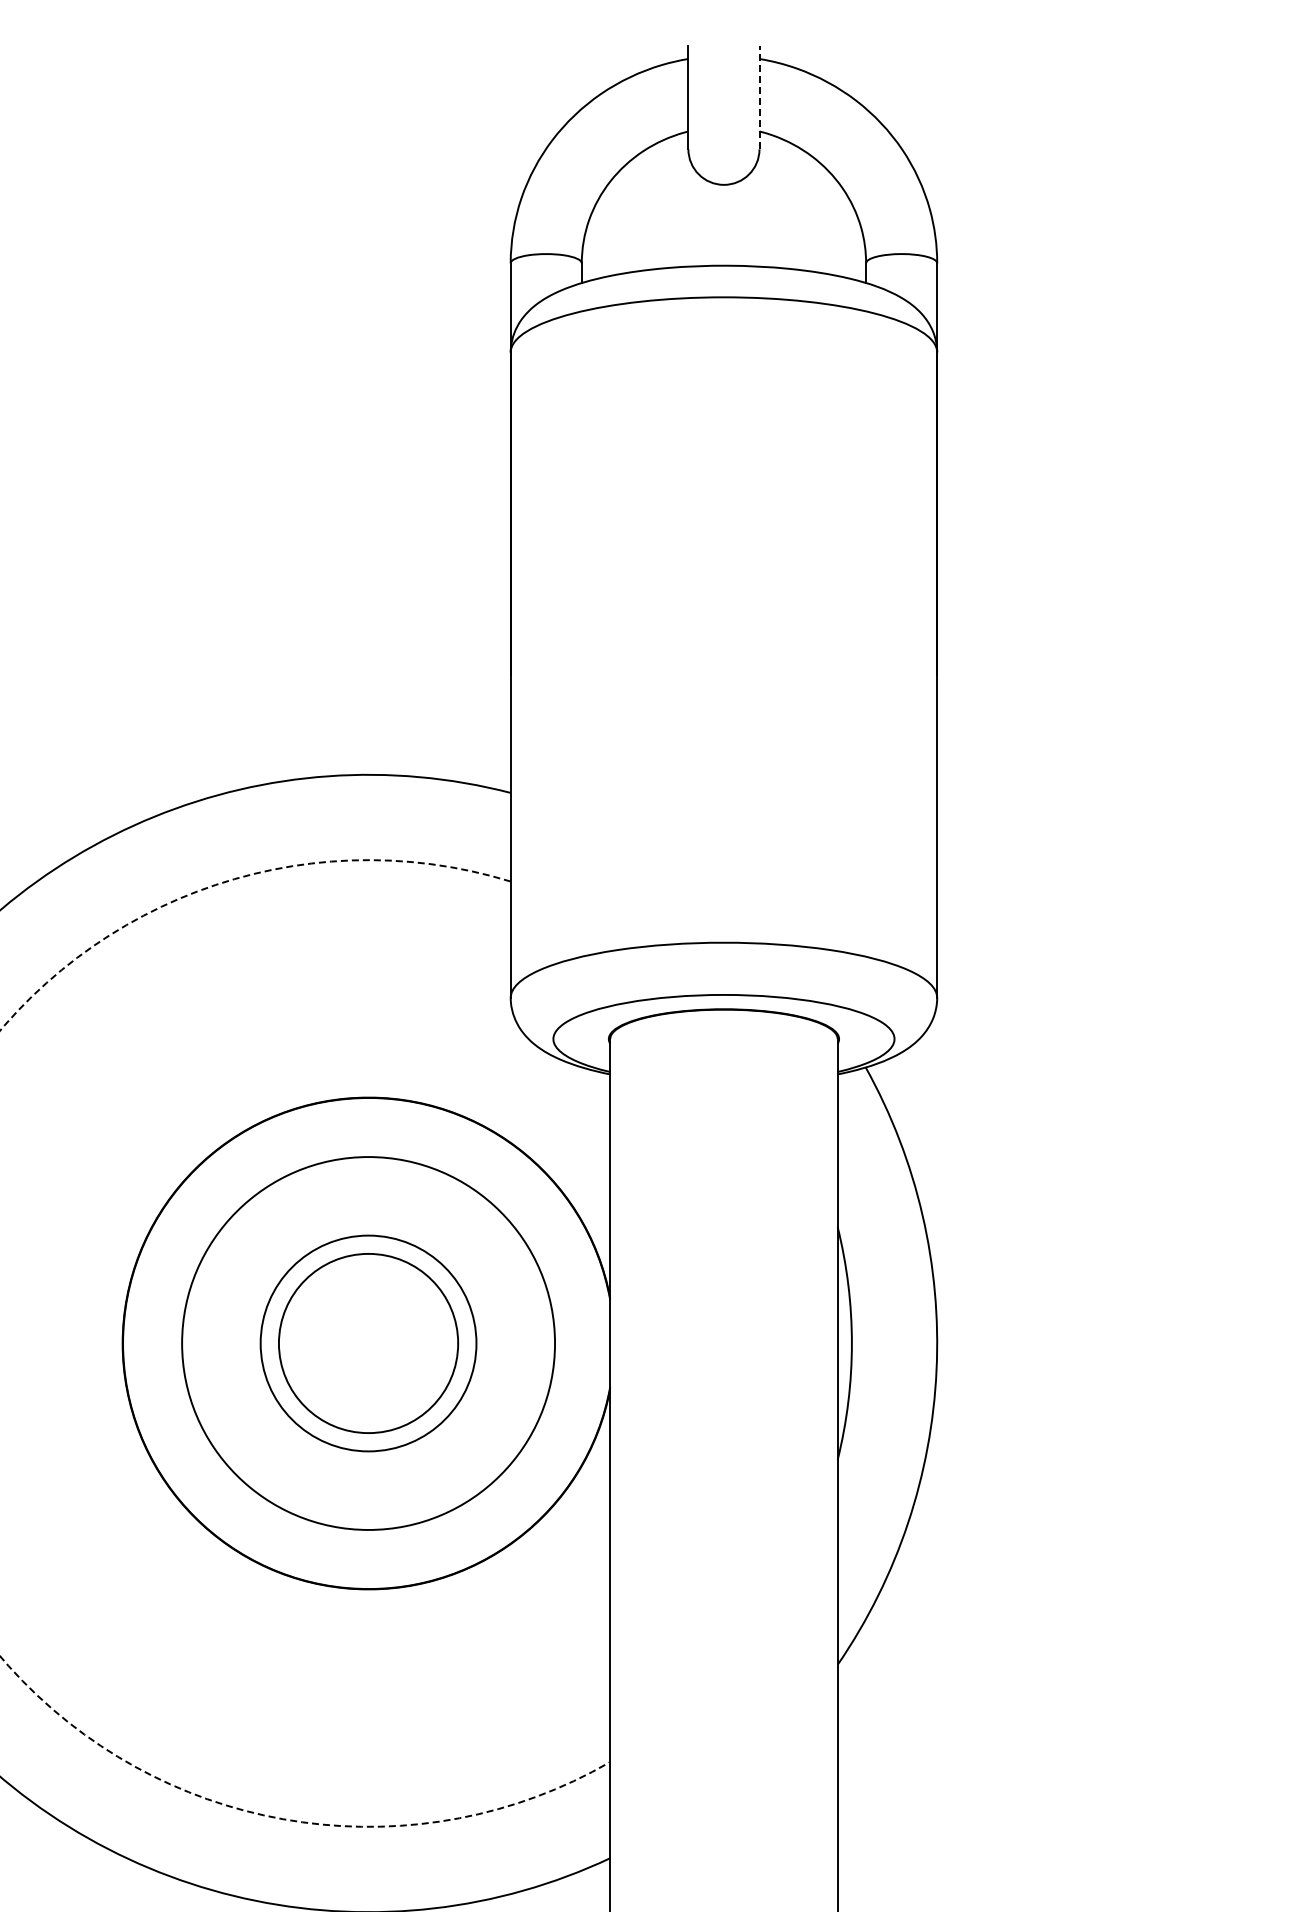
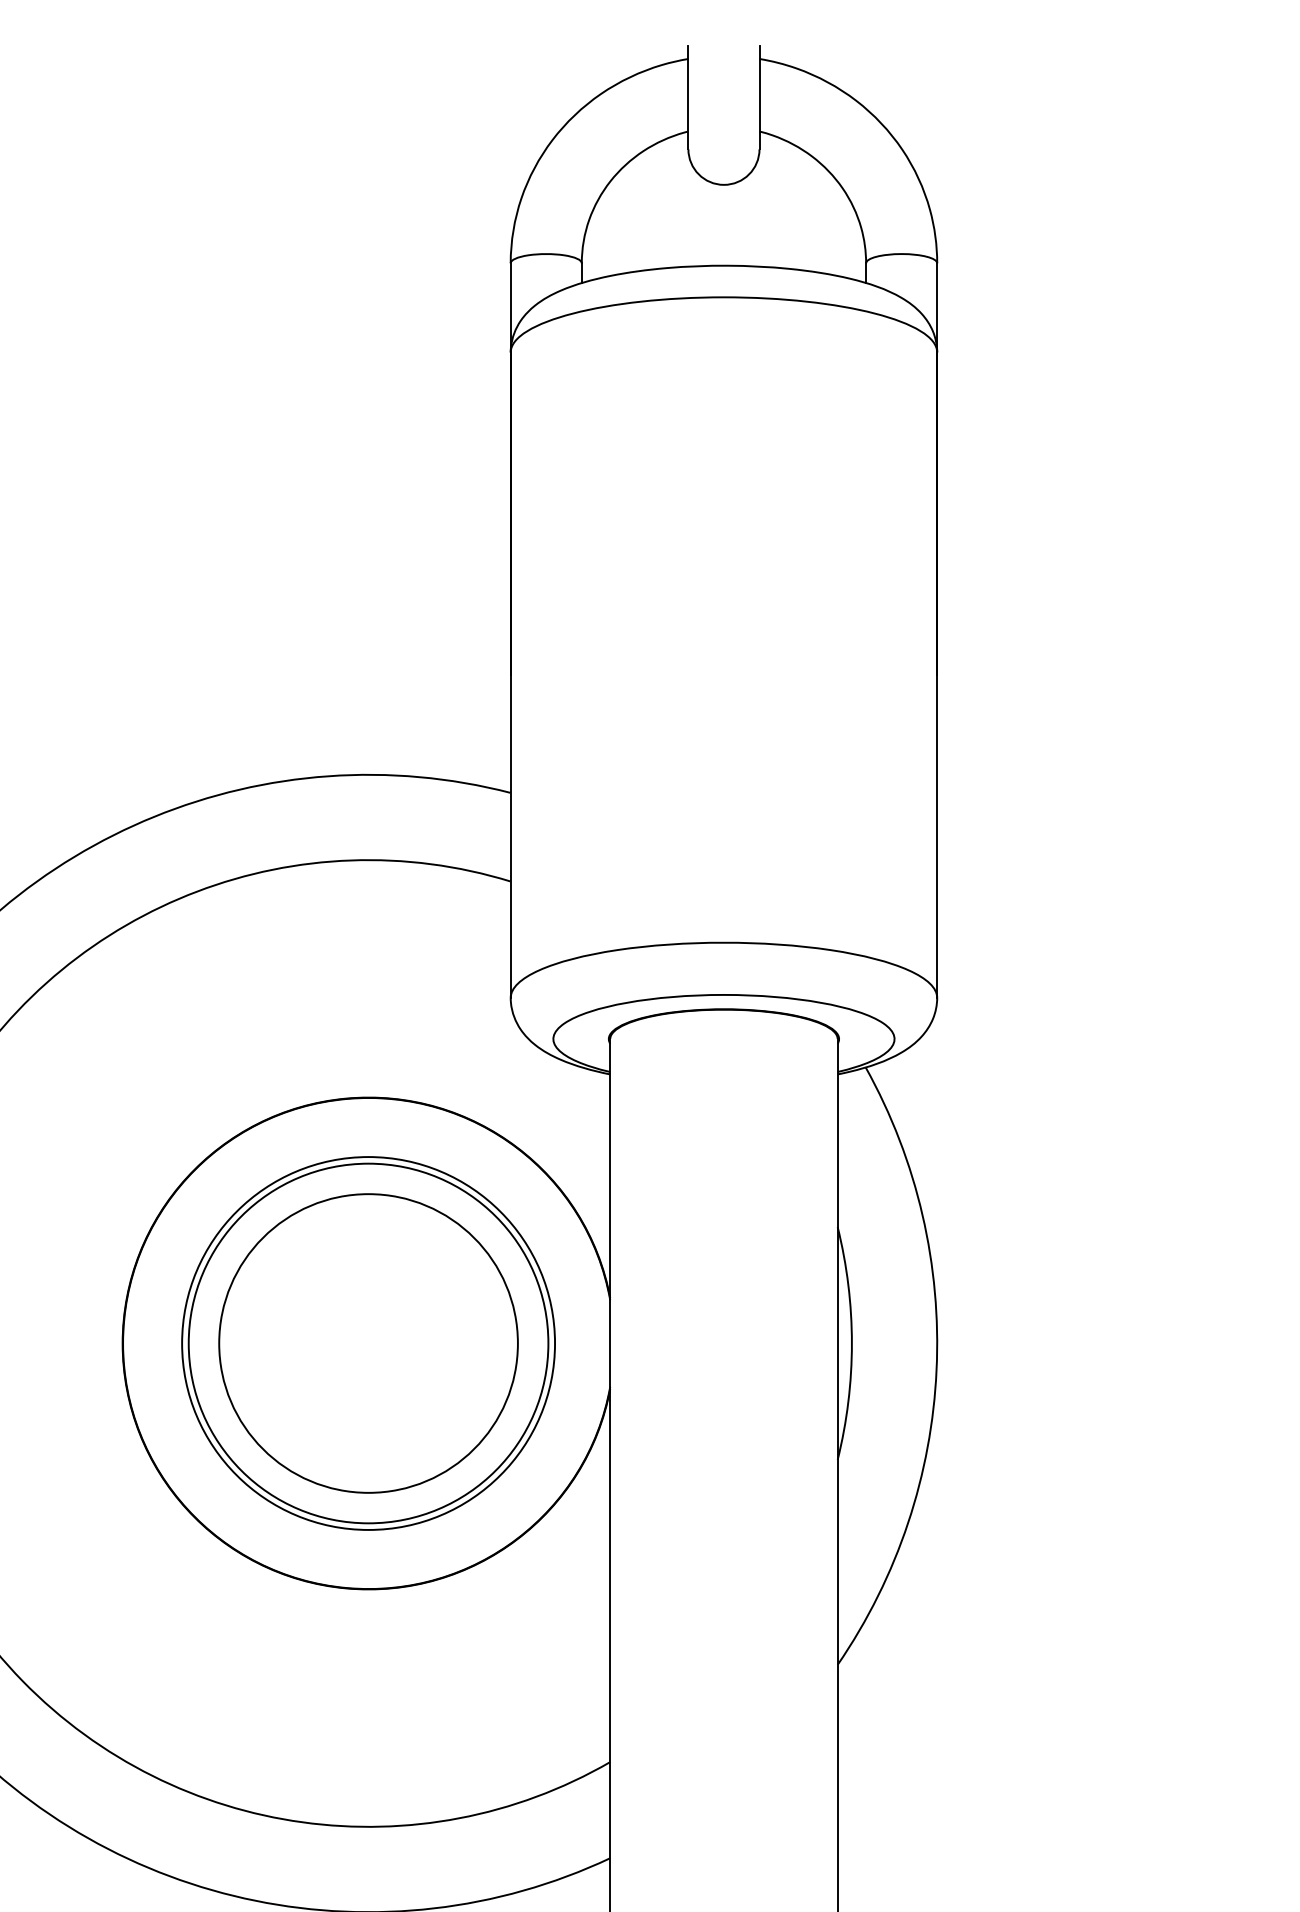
line at (759, 97): dashed -> solid
circle at (368, 1343) diameter: 179 px -> 299 px
circle at (368, 1343) diameter: 216 px -> 360 px
arc at (37, 1695): dashed -> solid
